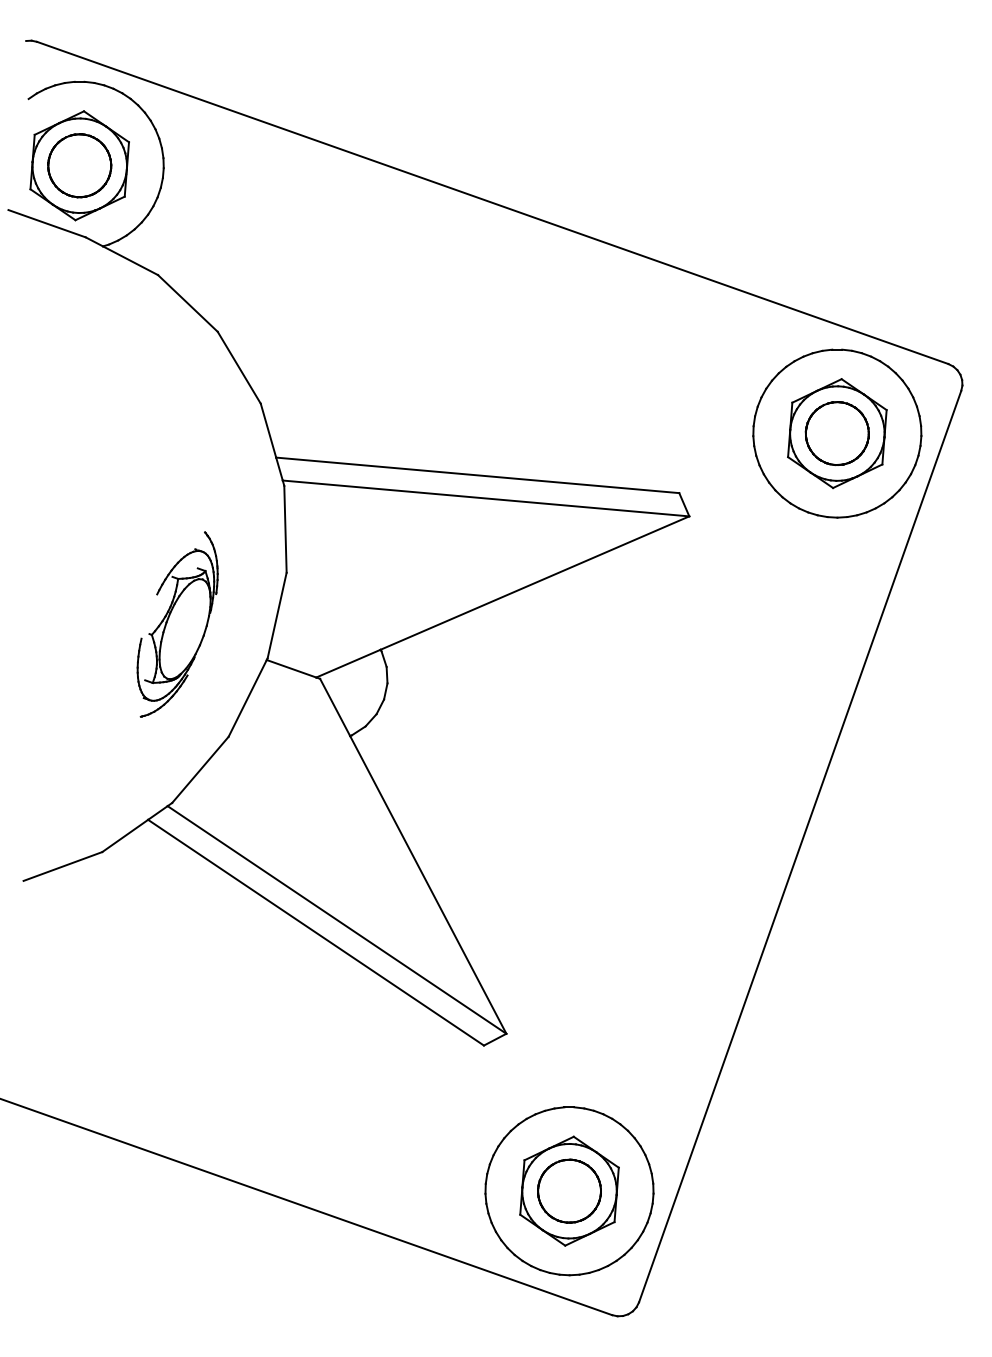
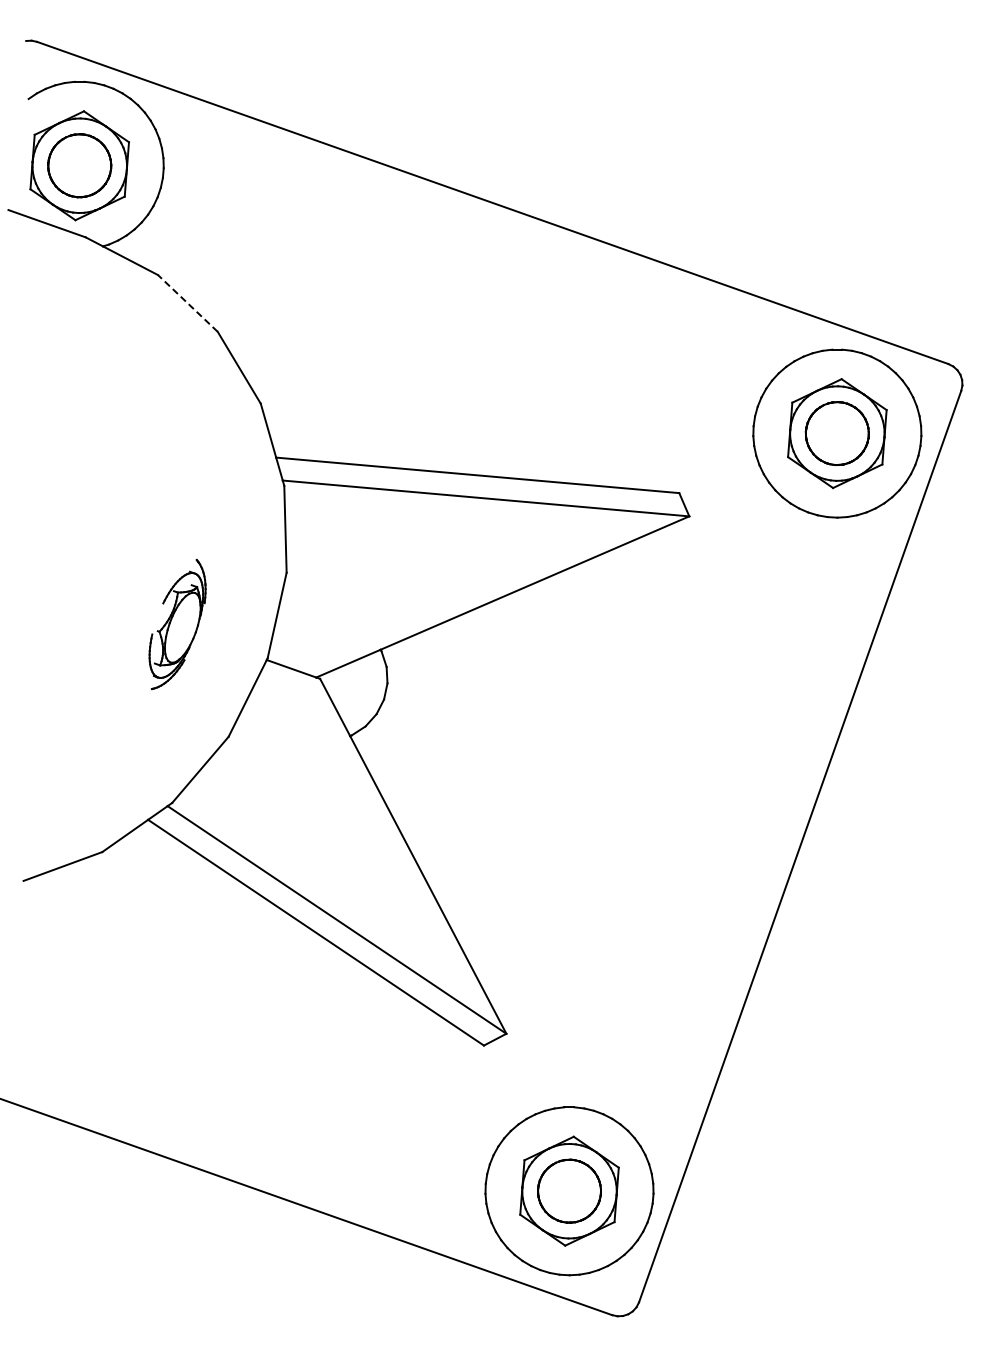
line at (187, 303): solid -> dashed
part at (177, 624) size: 83x187 px -> 59x133 px
